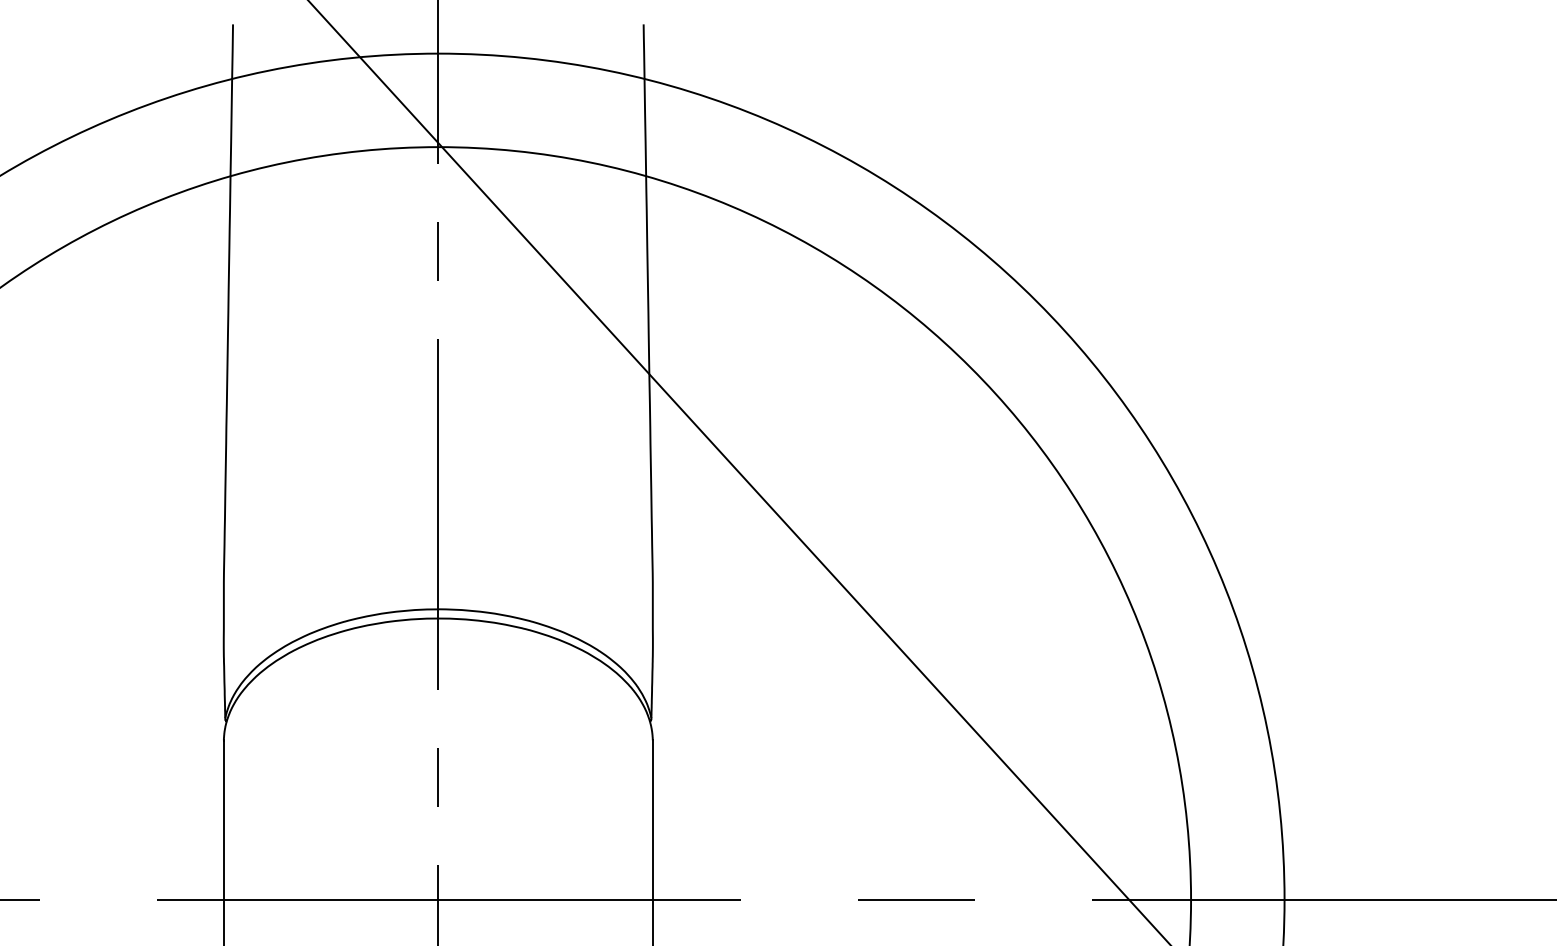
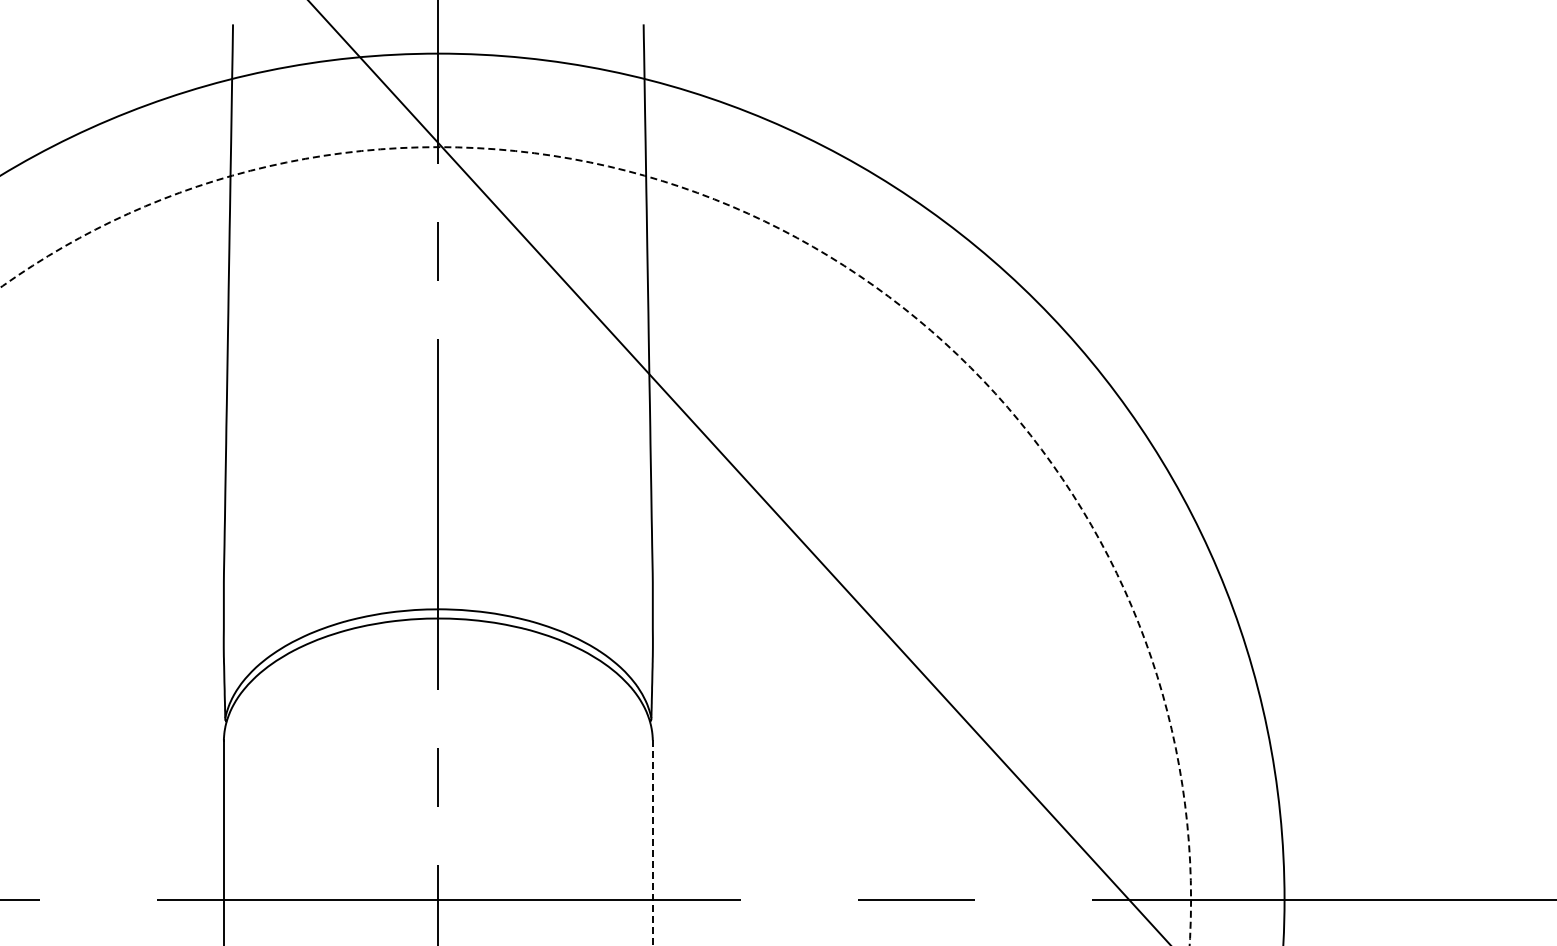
circle at (595, 546): solid -> dashed
line at (652, 843): solid -> dashed
